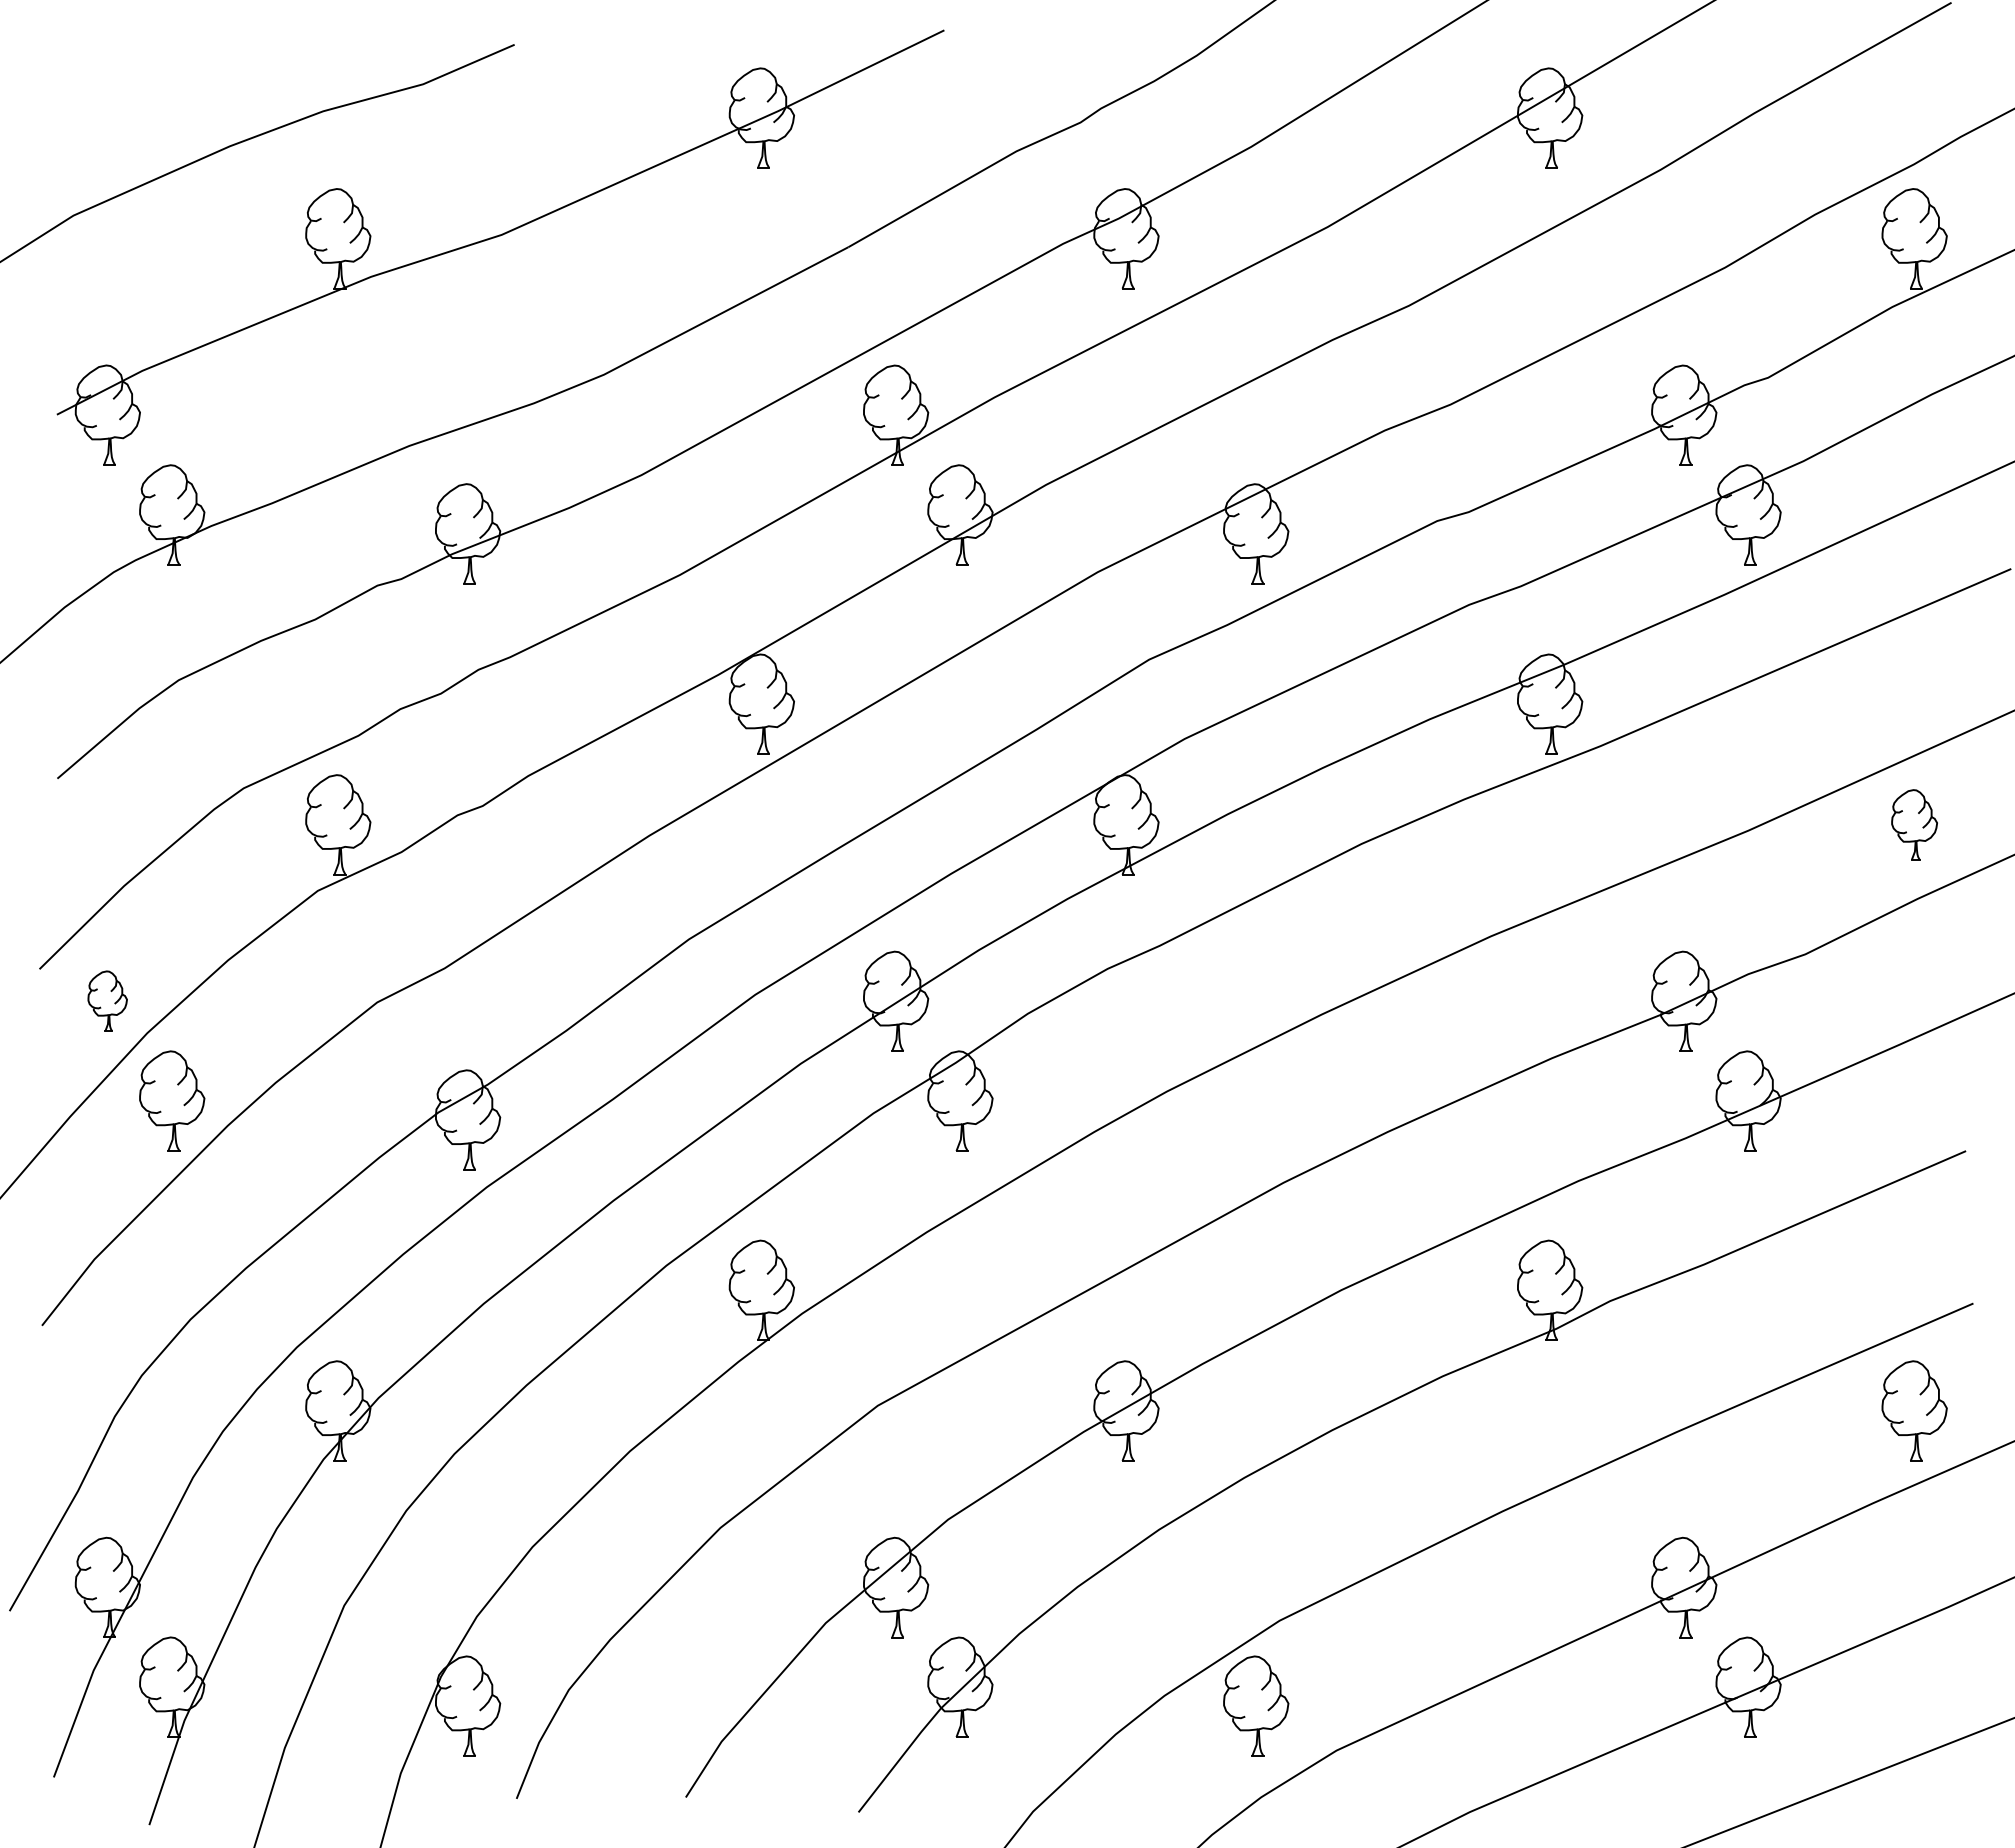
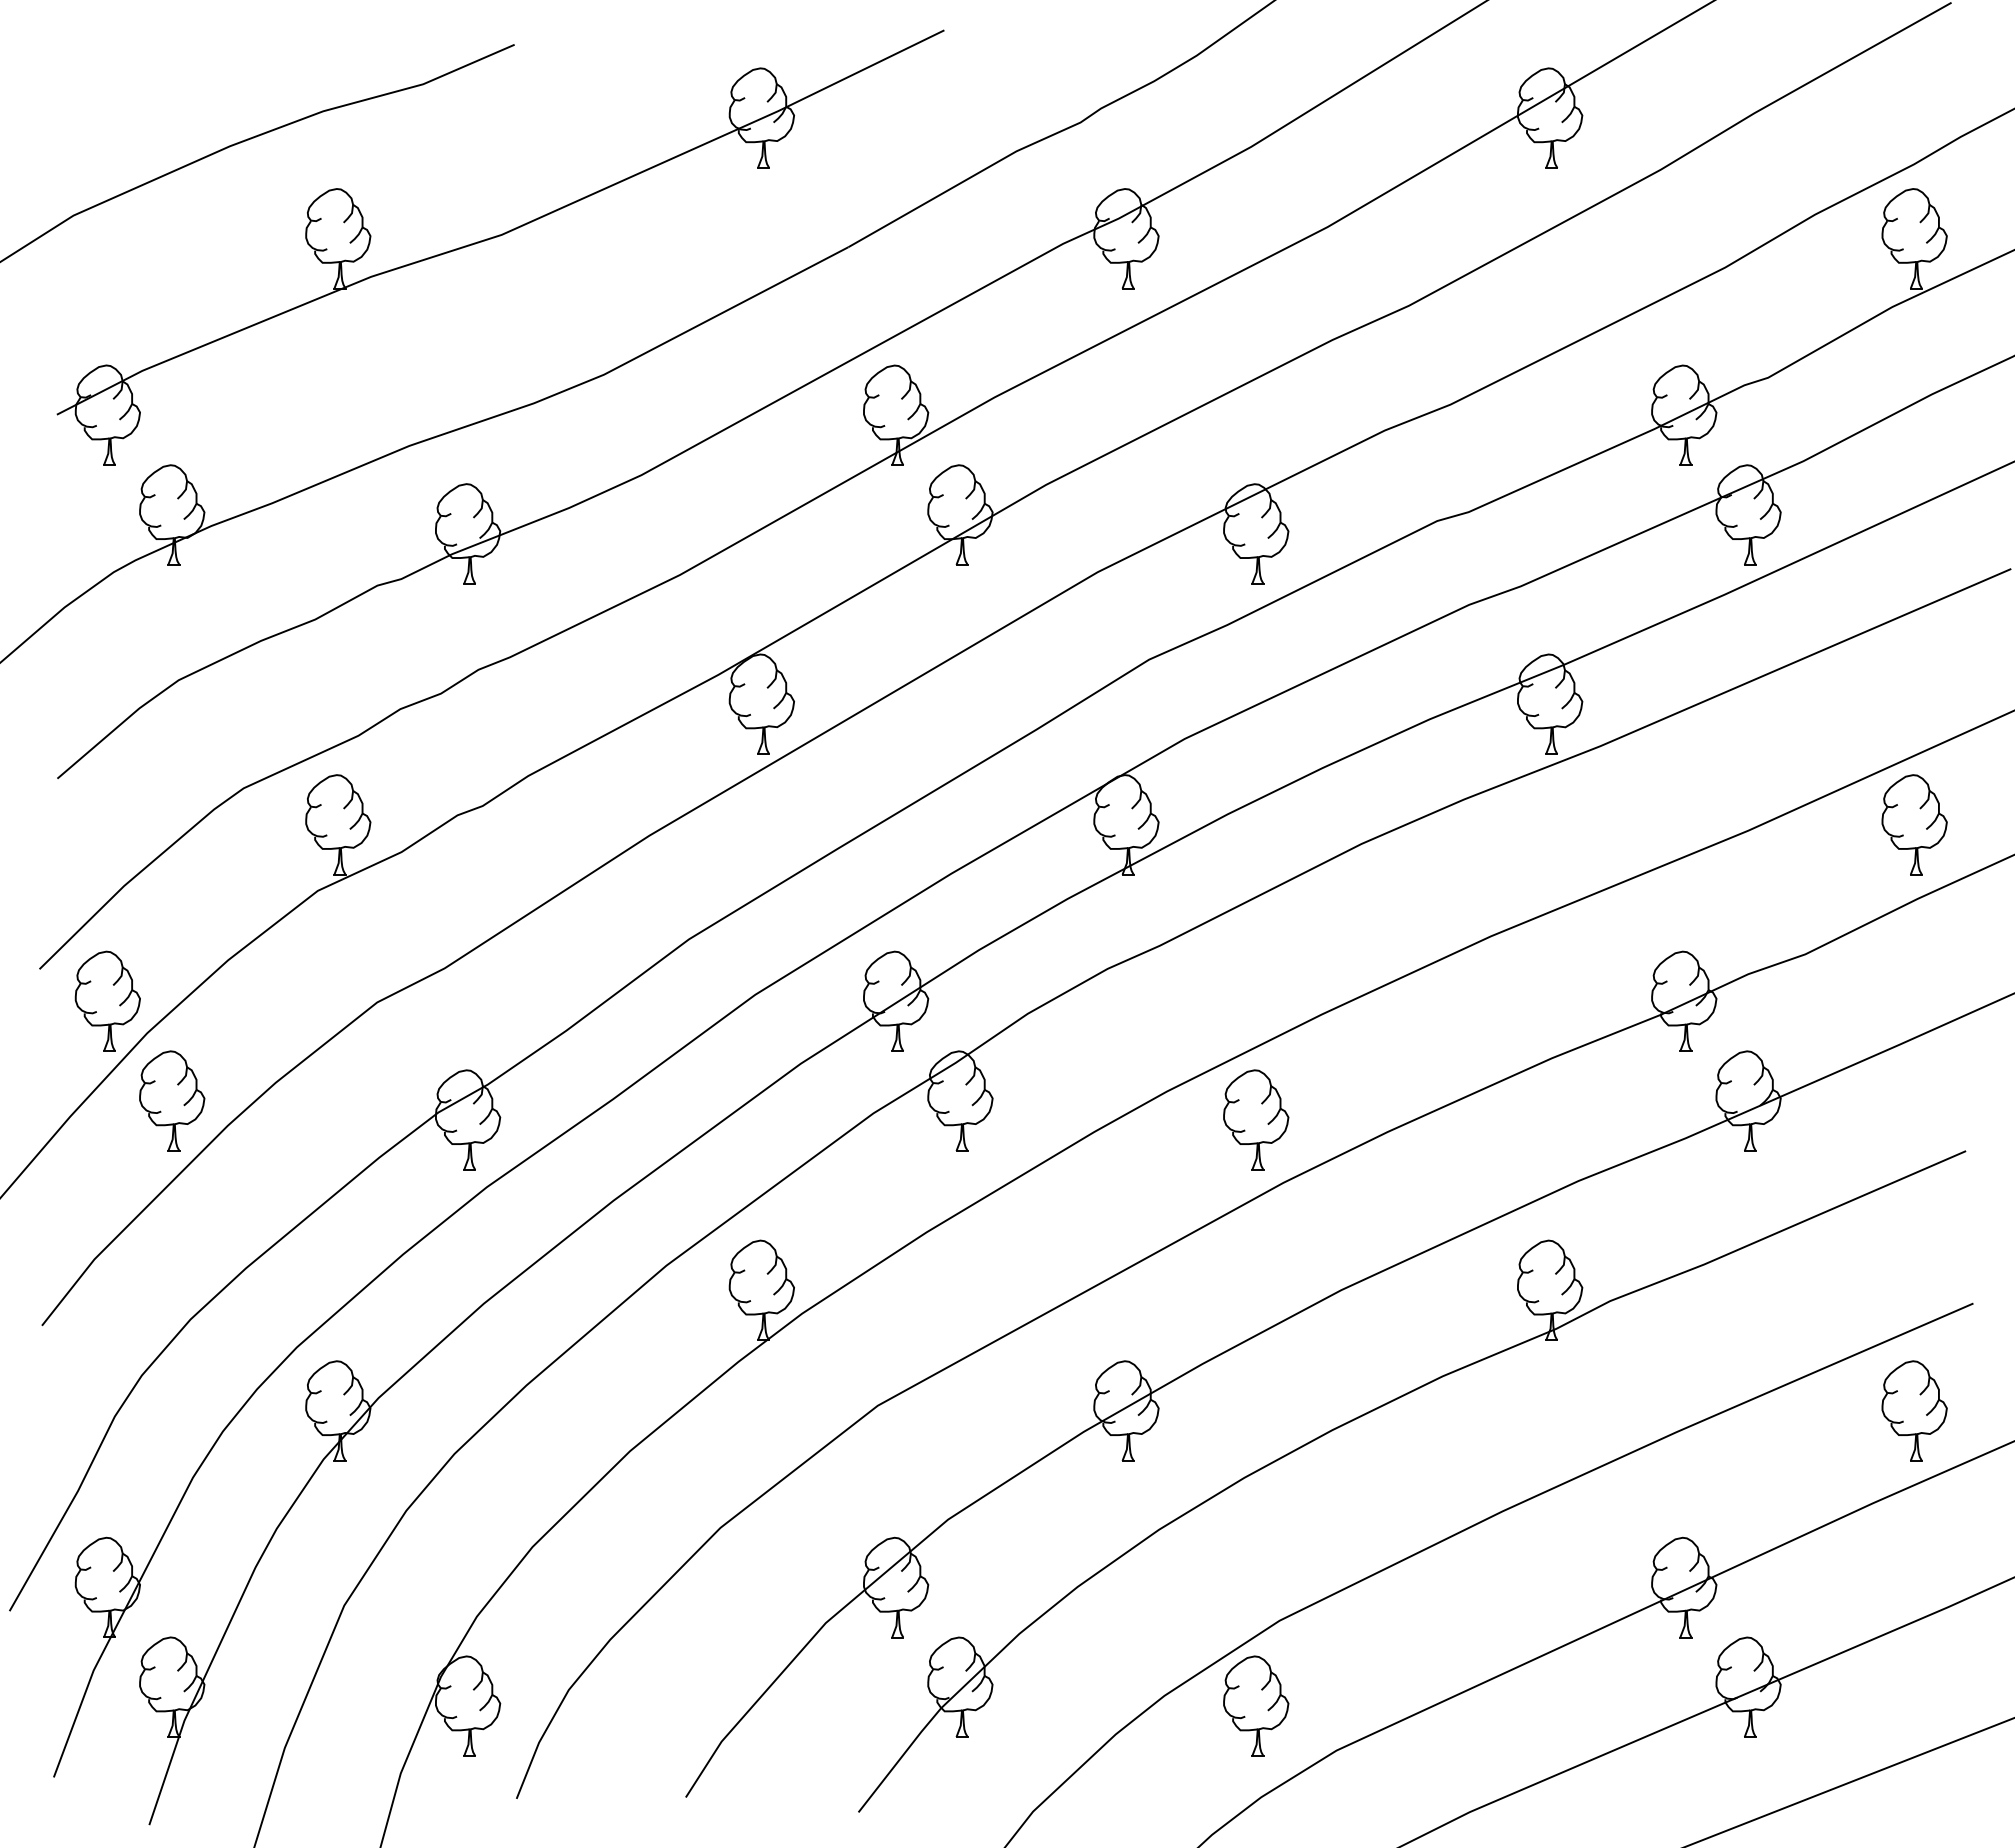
part at (1914, 824) size: 47x72 px -> 67x102 px
part at (107, 1000) size: 41x62 px -> 67x102 px
part at (1256, 1119): none -> present
